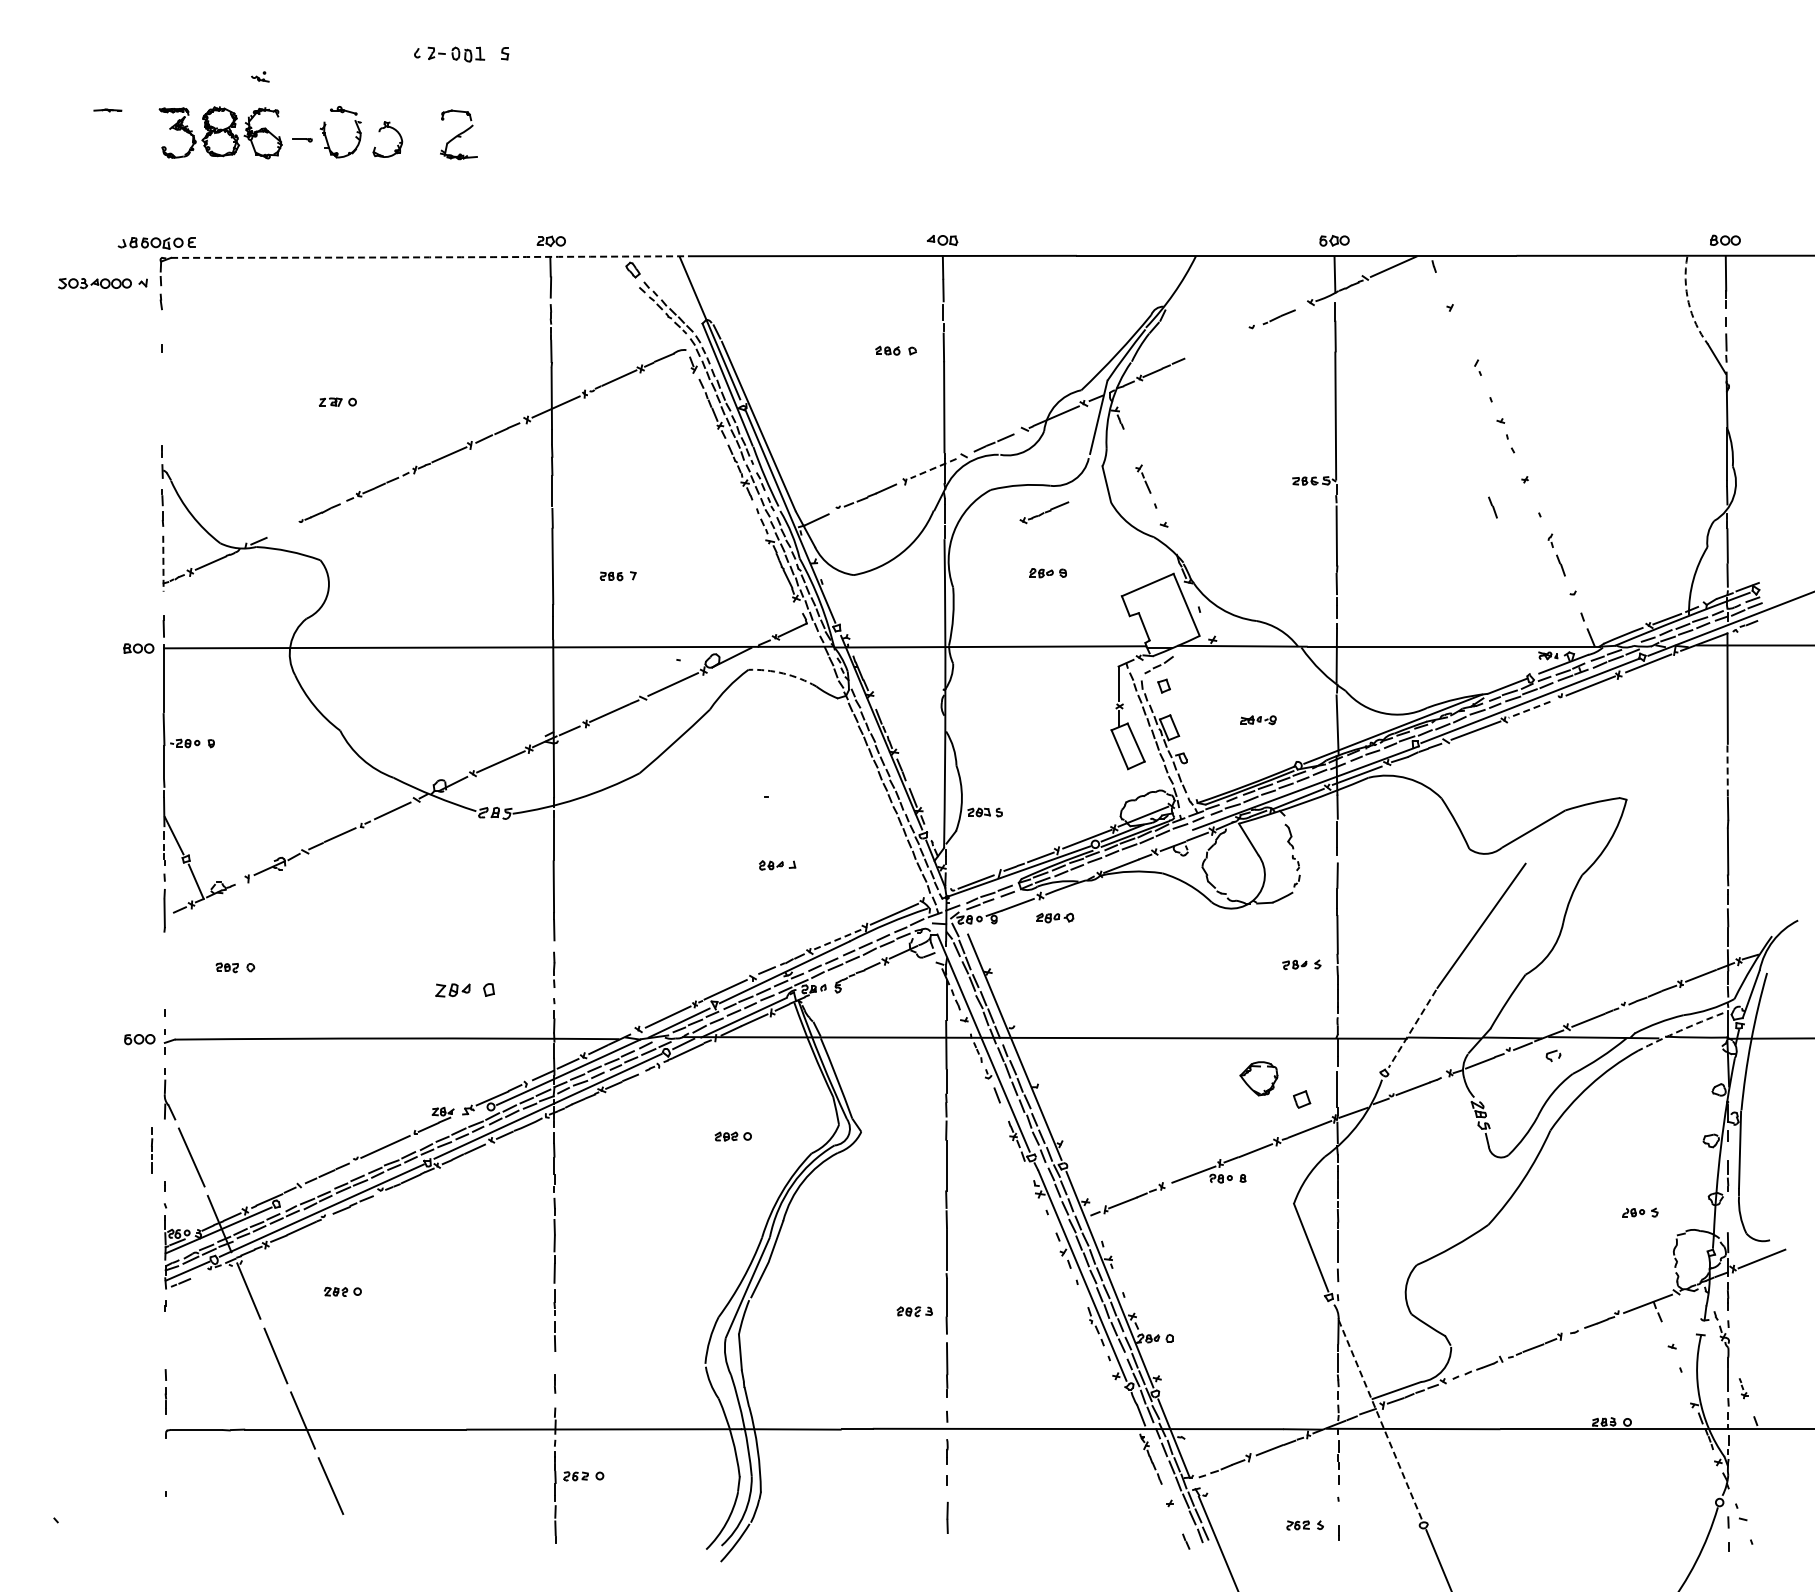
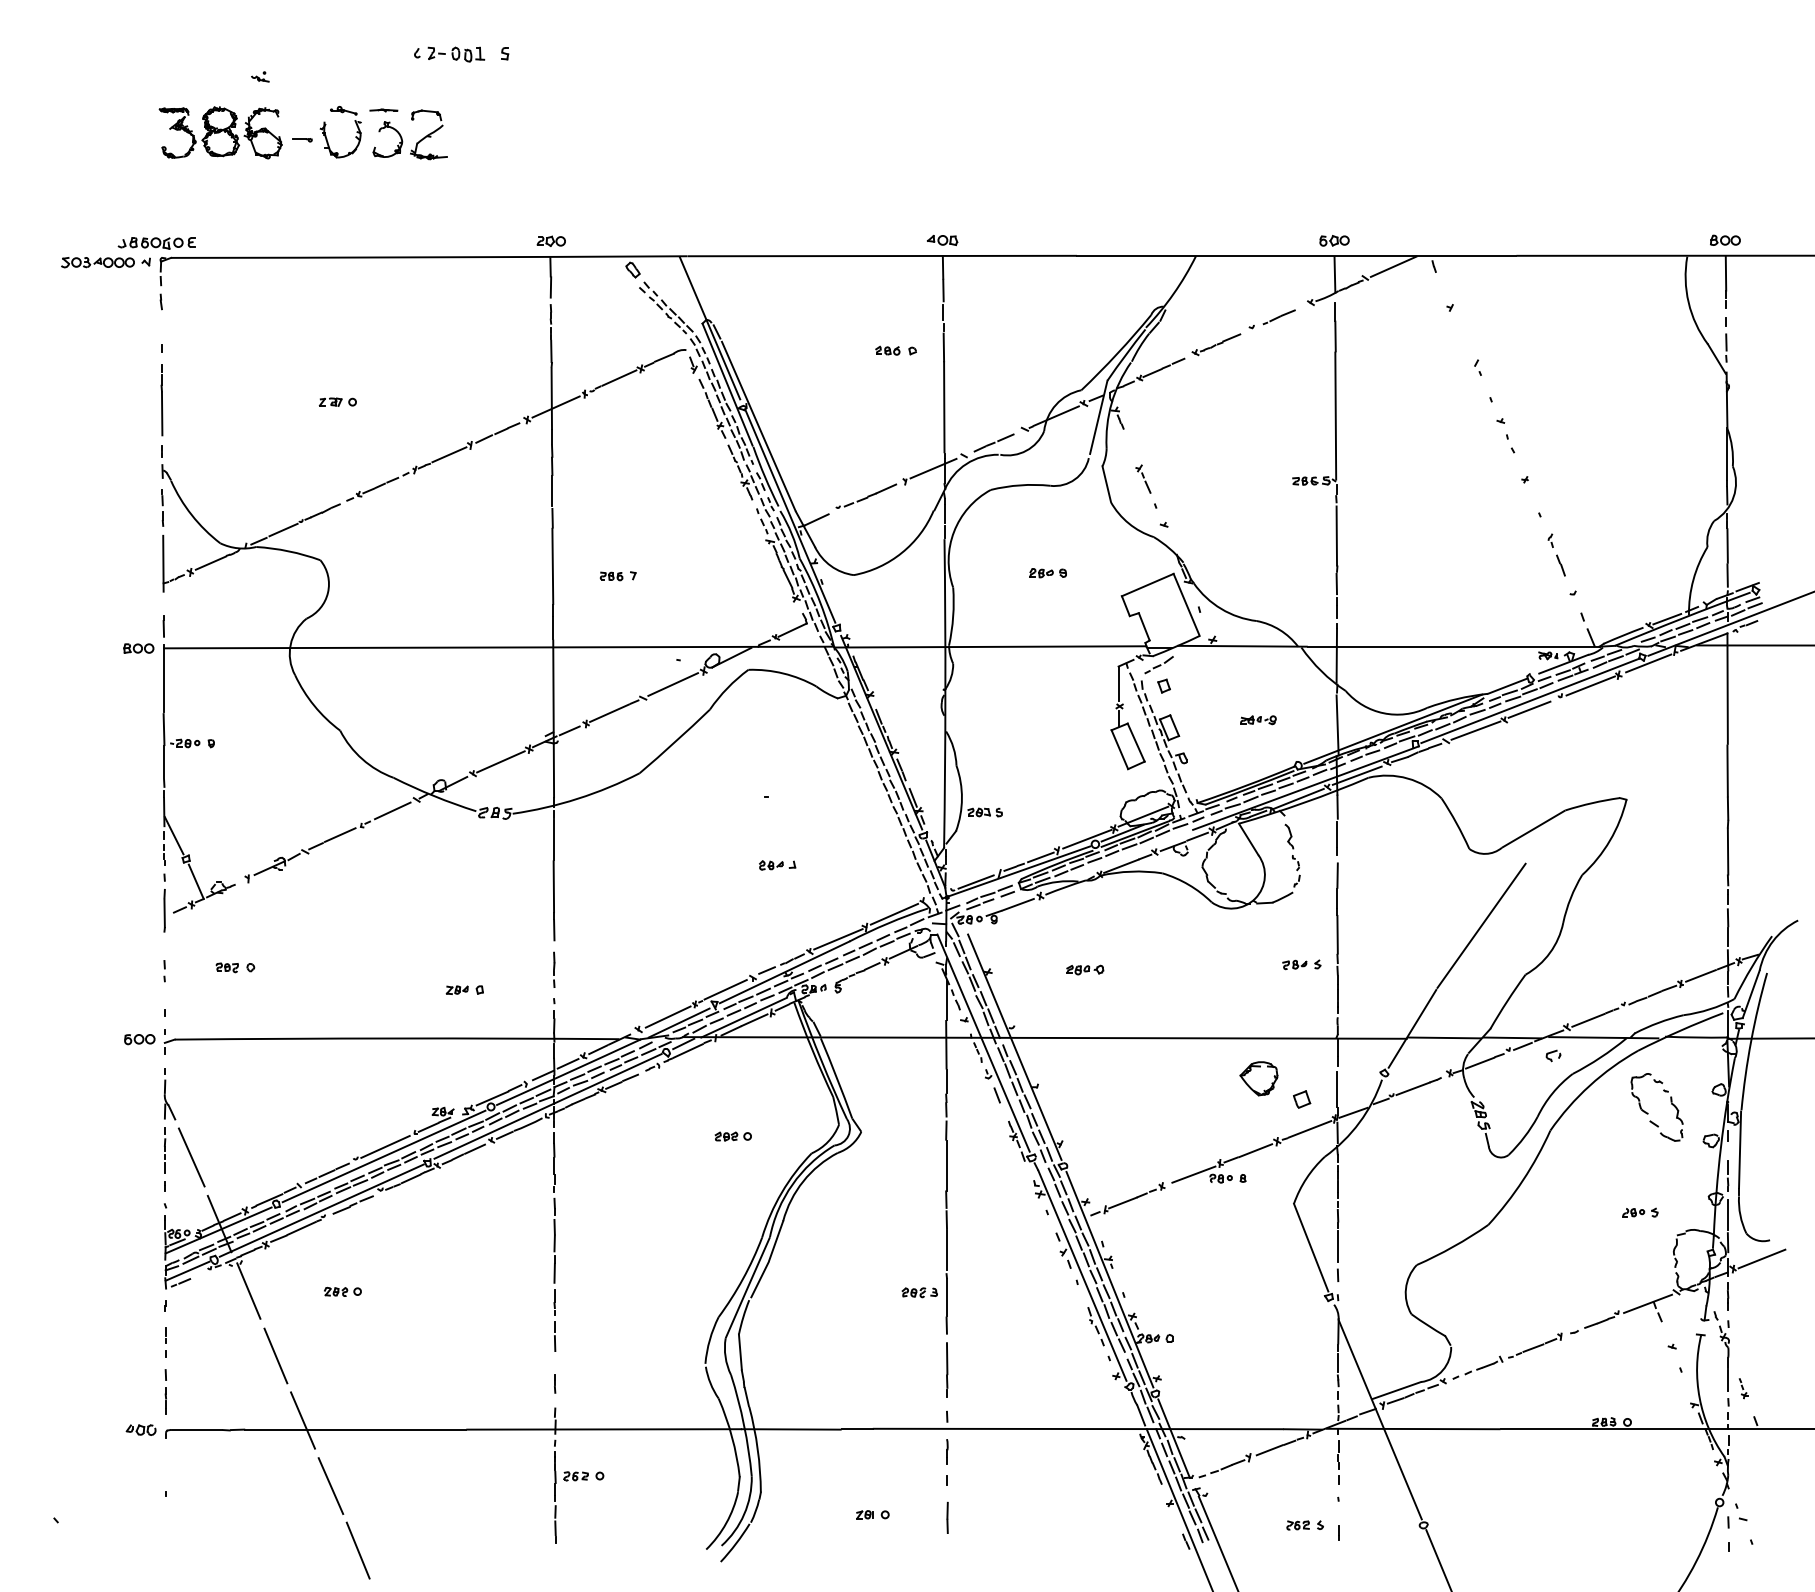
line at (107, 110) position: (107, 110) -> (383, 110)
part at (458, 134) position: (458, 134) -> (428, 134)
arc at (429, 257): dashed -> solid
part at (102, 283) position: (102, 283) -> (105, 262)
arc at (1688, 302): dashed -> solid
line at (161, 400): none -> present
line at (933, 468): dashed -> solid
line at (1492, 507): present -> none
part at (1044, 512) position: (1044, 512) -> (1216, 344)
line at (283, 529): none -> present
line at (163, 563): dashed -> solid
arc at (783, 673): dashed -> solid
line at (1529, 709): dashed -> solid
line at (1727, 771): dashed -> solid
part at (1055, 917) position: (1055, 917) -> (1085, 969)
line at (838, 939): dashed -> solid
line at (164, 969): none -> present
part at (464, 990) size: 60x15 px -> 39x10 px
line at (1412, 1028): dashed -> solid
arc at (1680, 1030): dashed -> solid
part at (1648, 1113): none -> present
part at (152, 1150) position: (152, 1150) -> (165, 1150)
line at (383, 1156): none -> present
line at (1727, 1214): none -> present
part at (914, 1311) position: (914, 1311) -> (919, 1292)
line at (165, 1342): none -> present
line at (1380, 1419): dashed -> solid
part at (140, 1429): none -> present
line at (1178, 1508): none -> present
part at (872, 1514): none -> present
line at (357, 1550): none -> present
